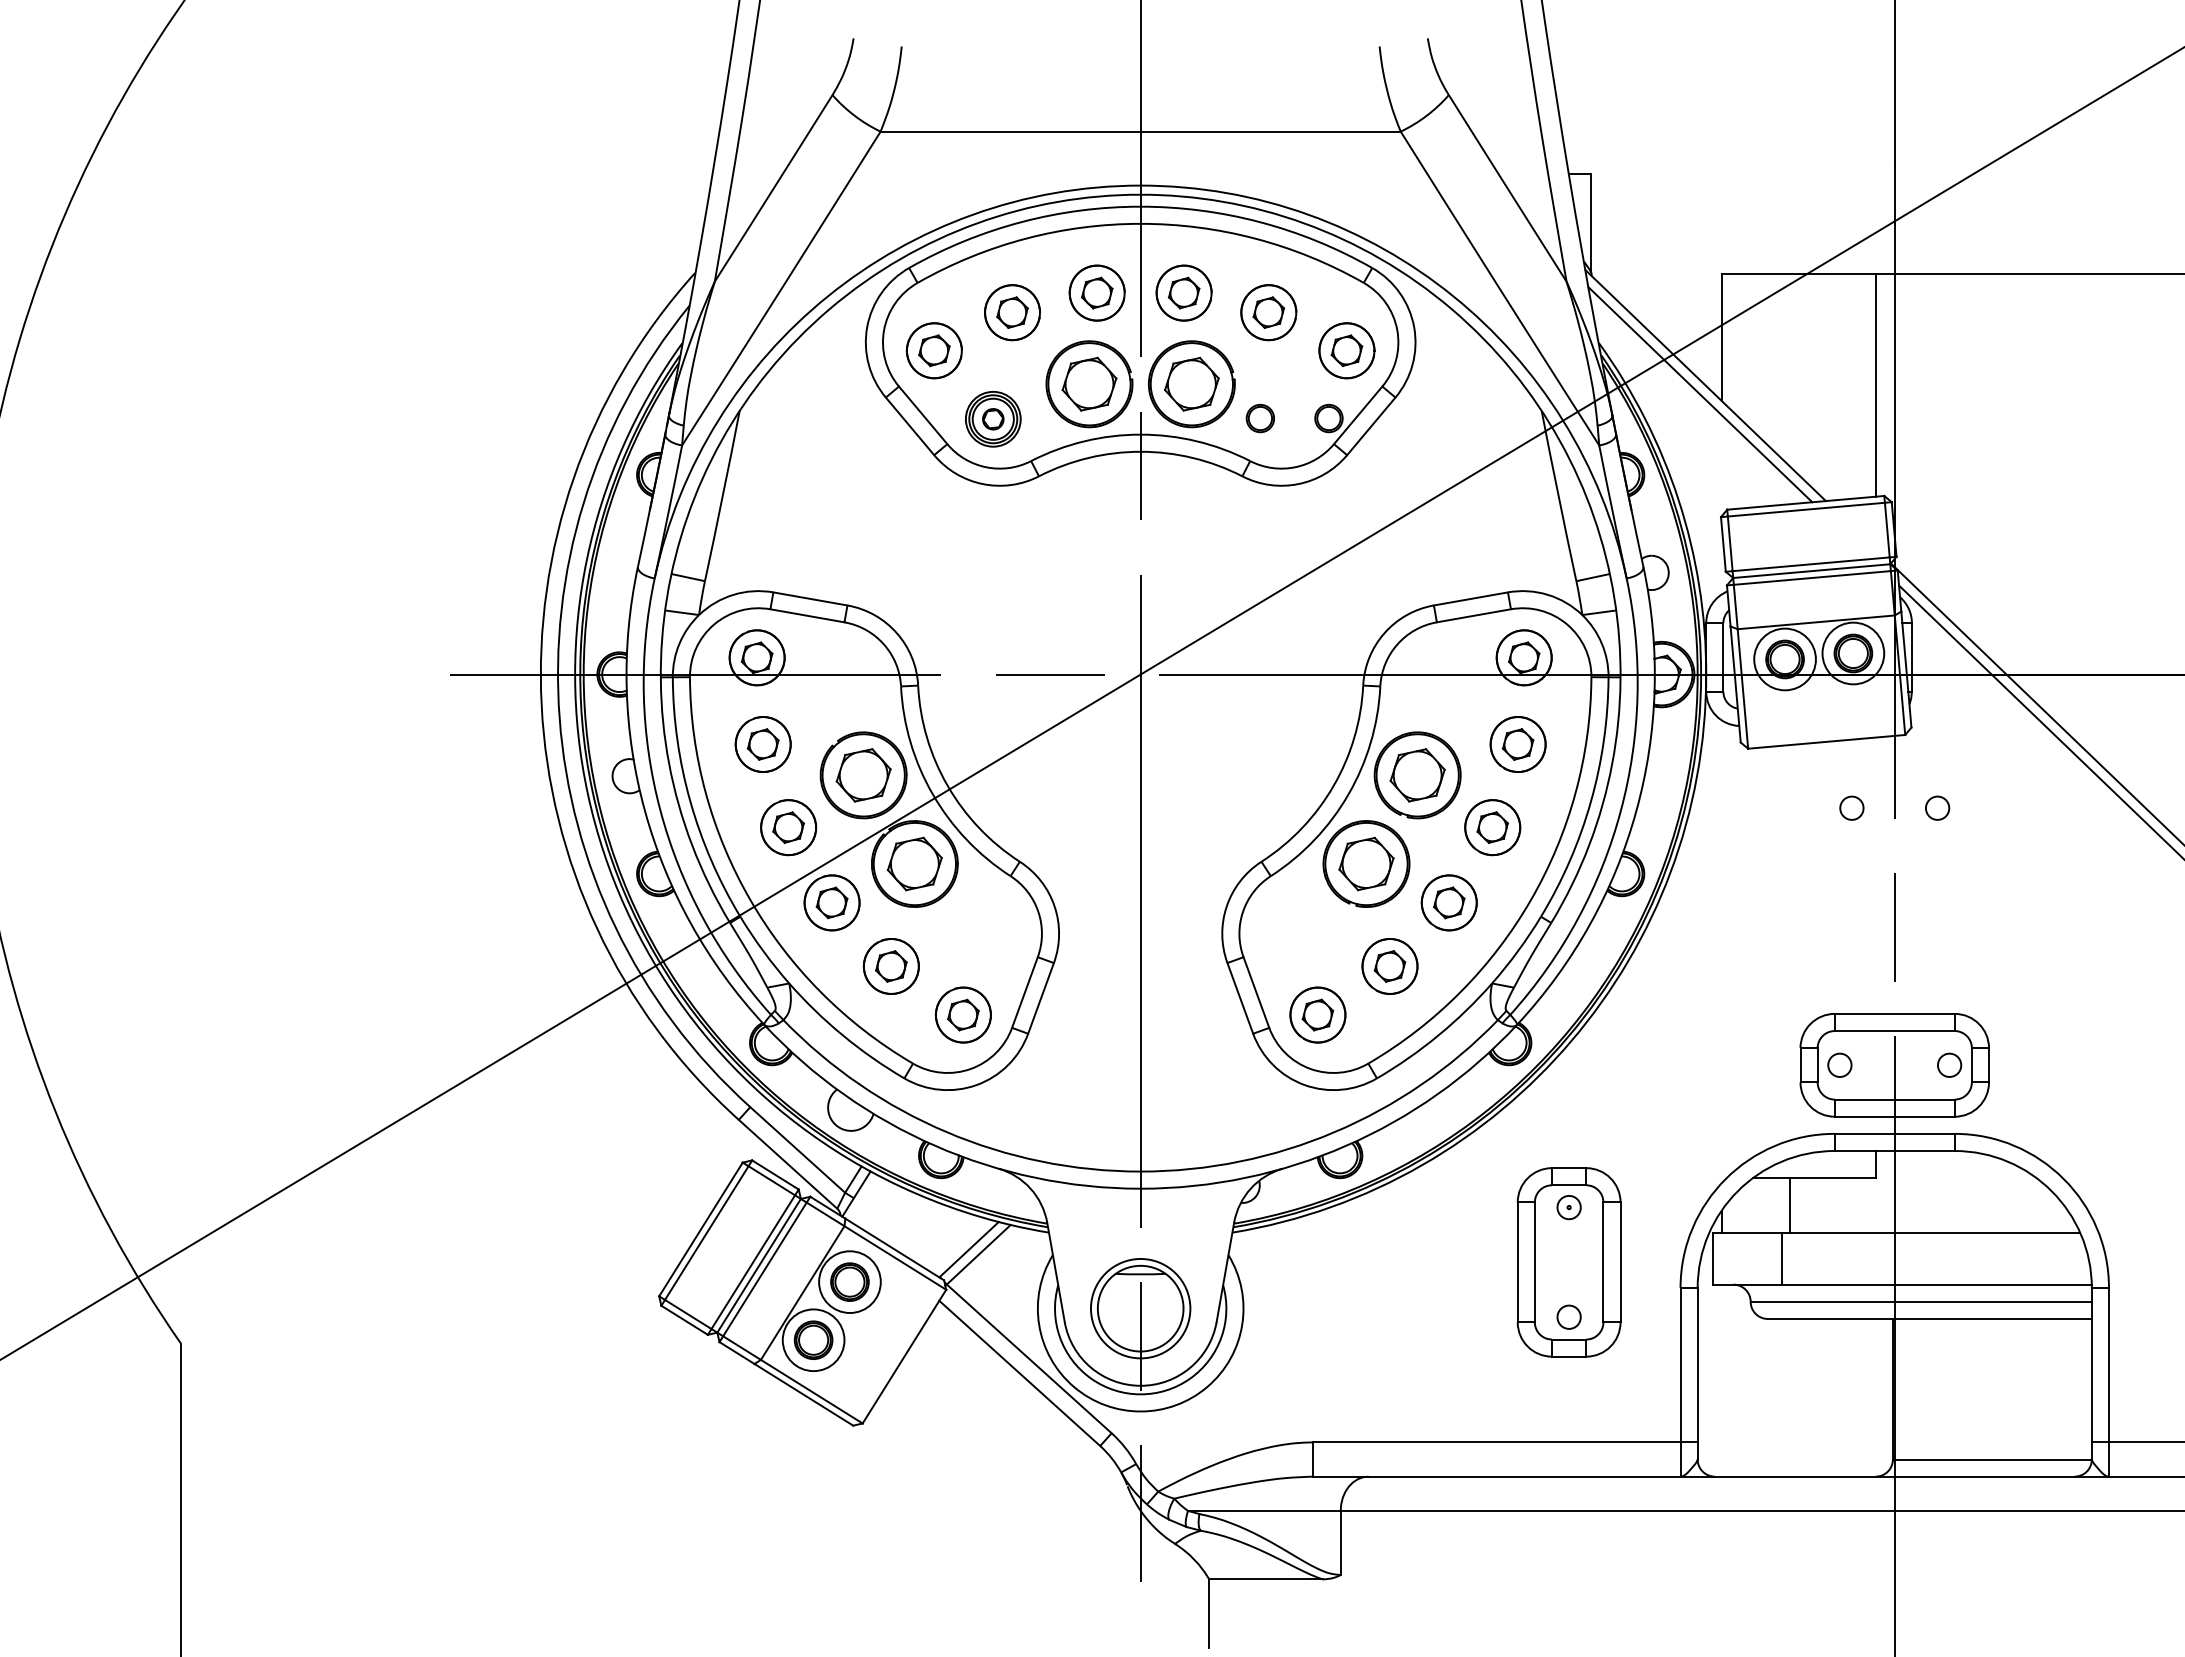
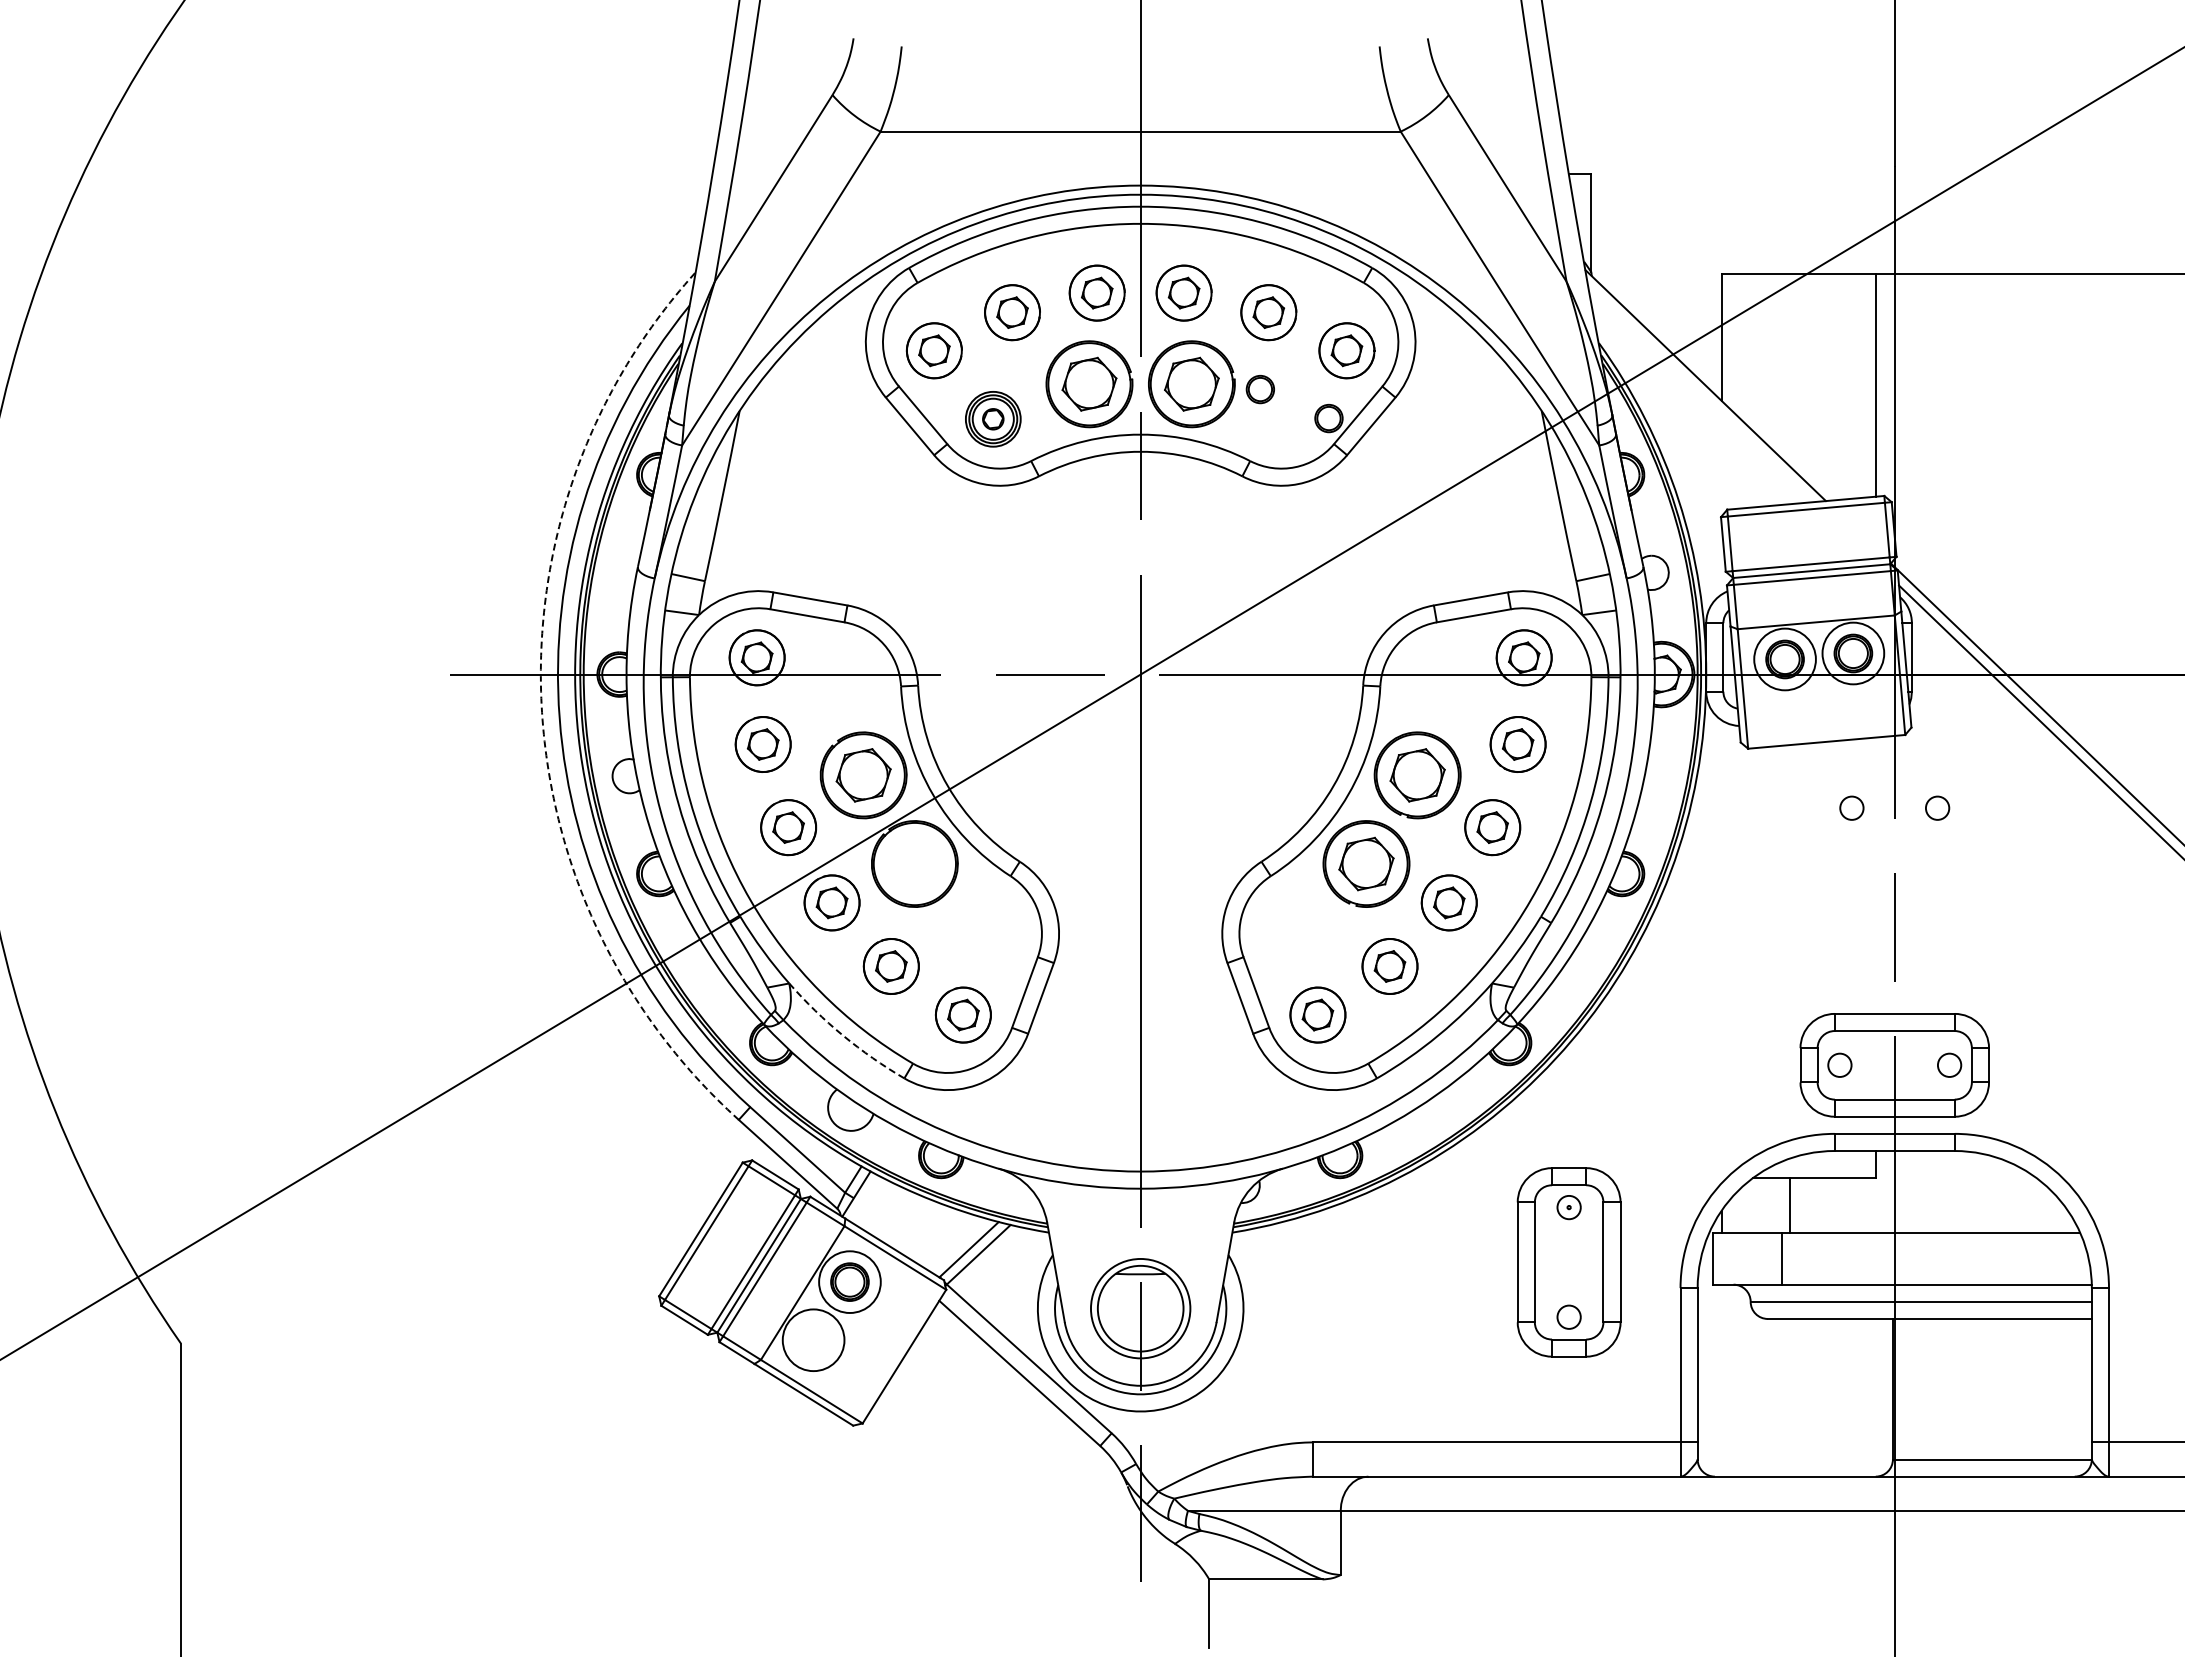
line at (1700, 394): present -> none
part at (1259, 418) position: (1259, 418) -> (1259, 389)
arc at (541, 705): solid -> dashed
part at (914, 863): present -> none
arc at (843, 1035): solid -> dashed
part at (813, 1339): present -> none
